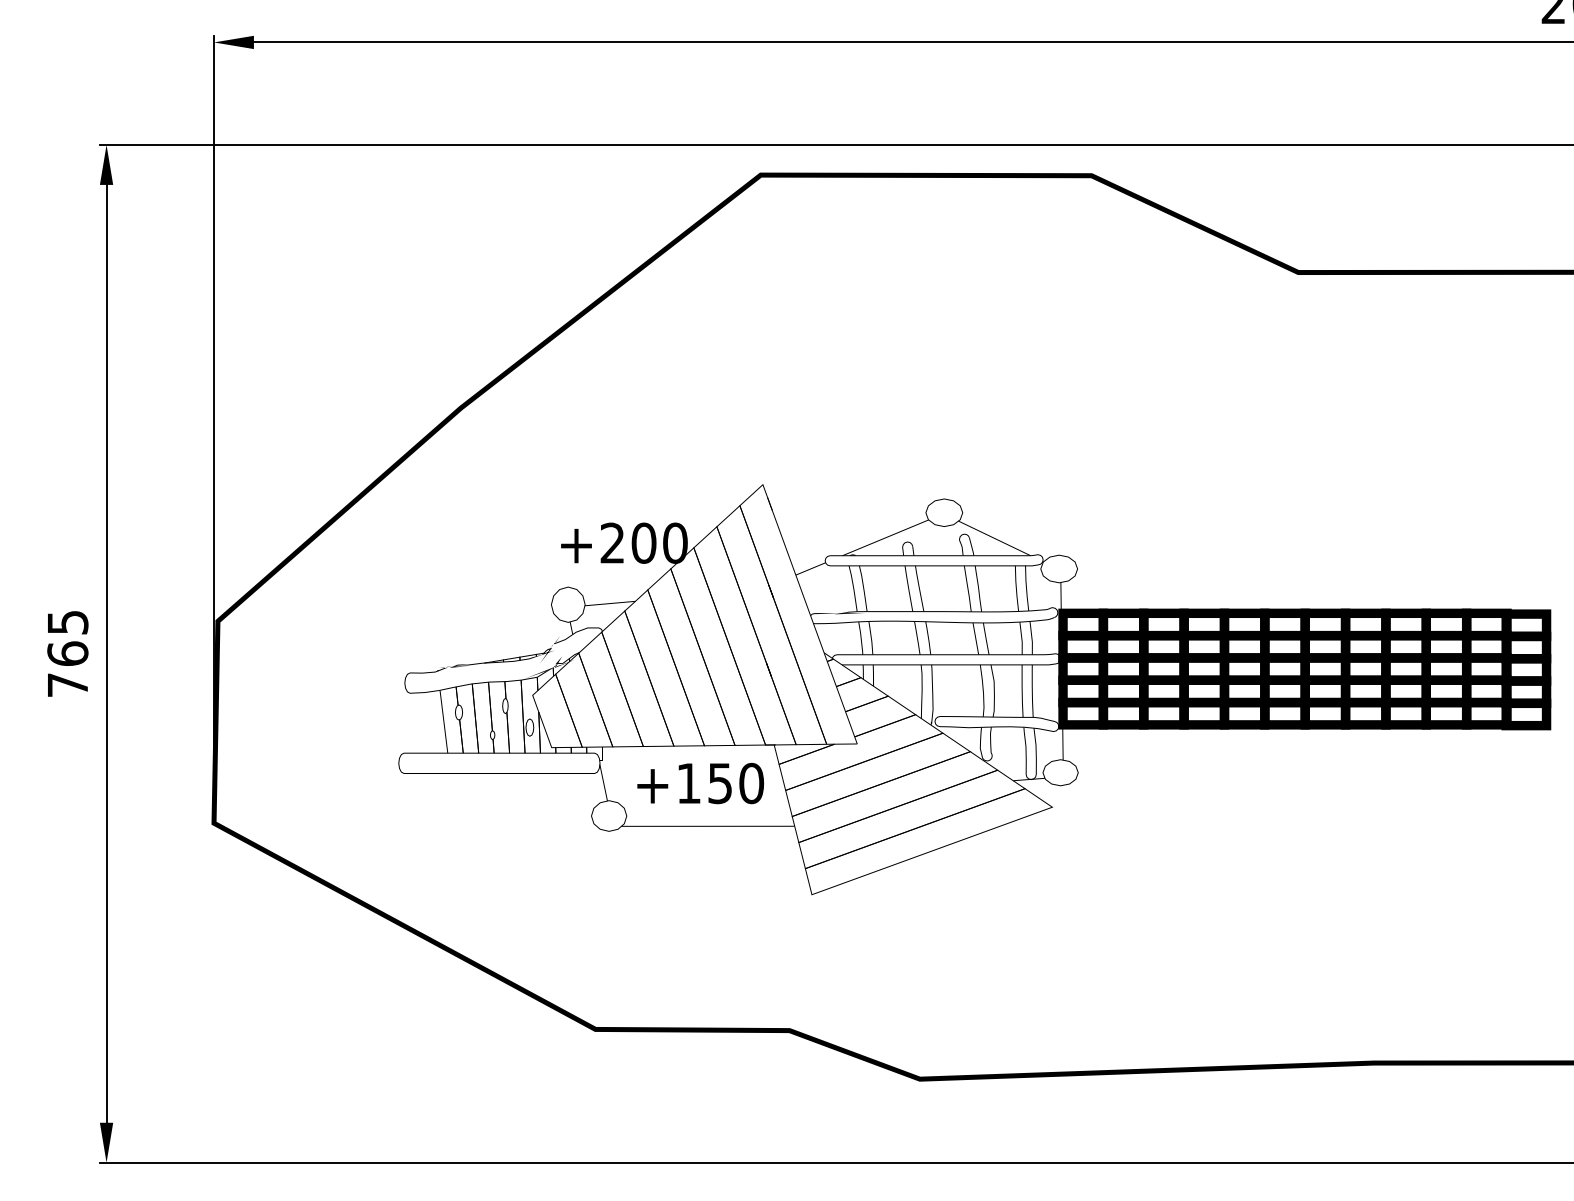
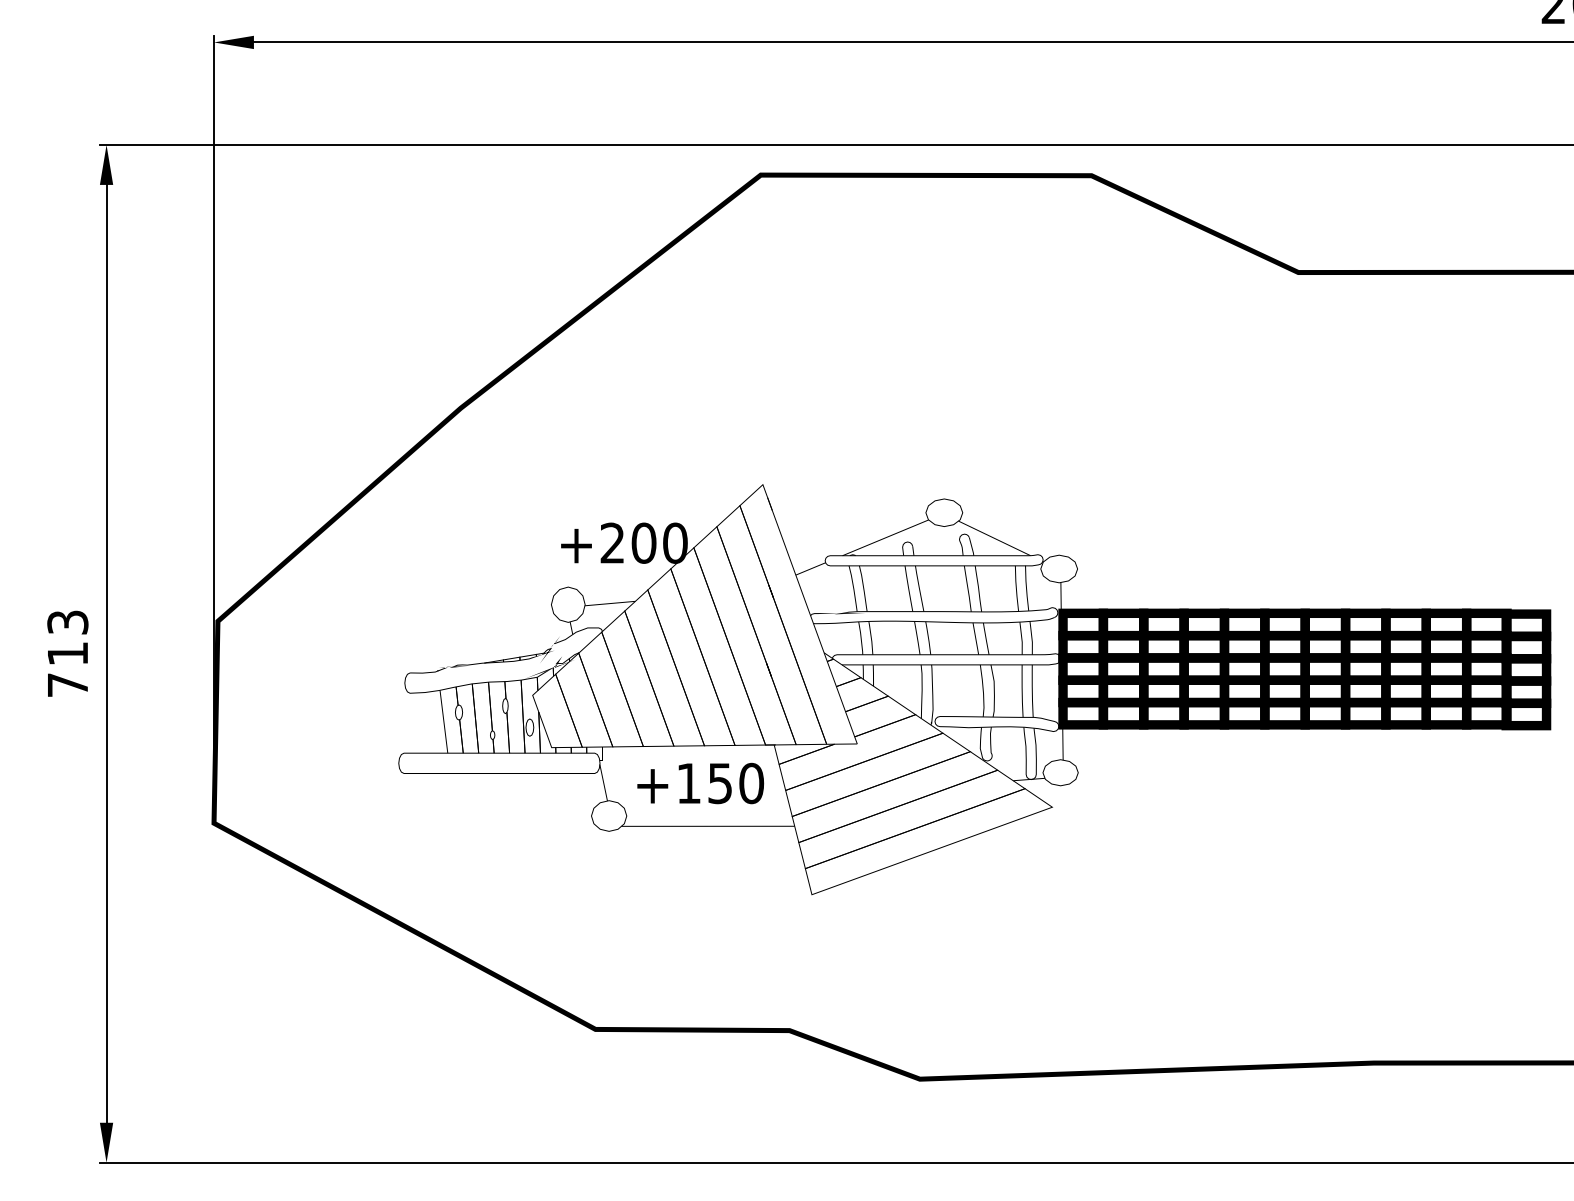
text at (67, 637): 765 -> 713
